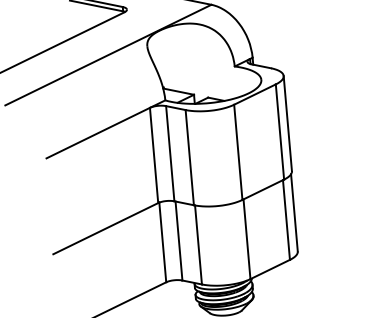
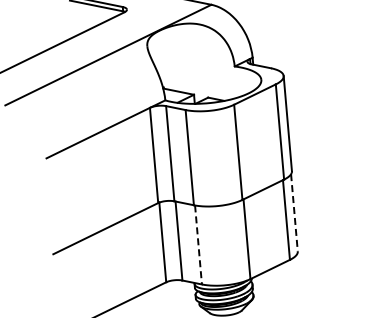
line at (294, 212): solid -> dashed
line at (198, 244): solid -> dashed
